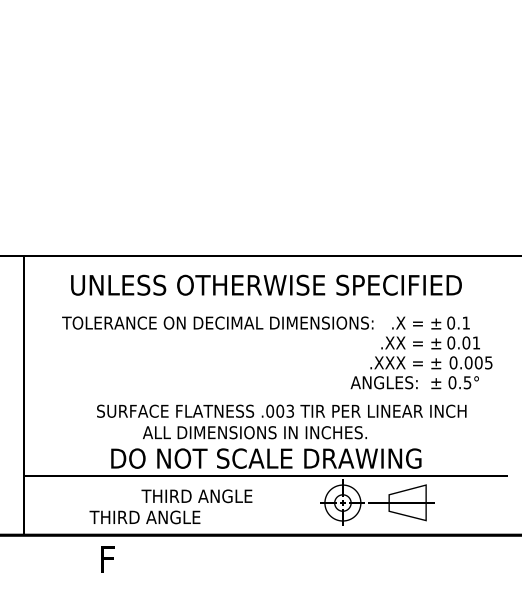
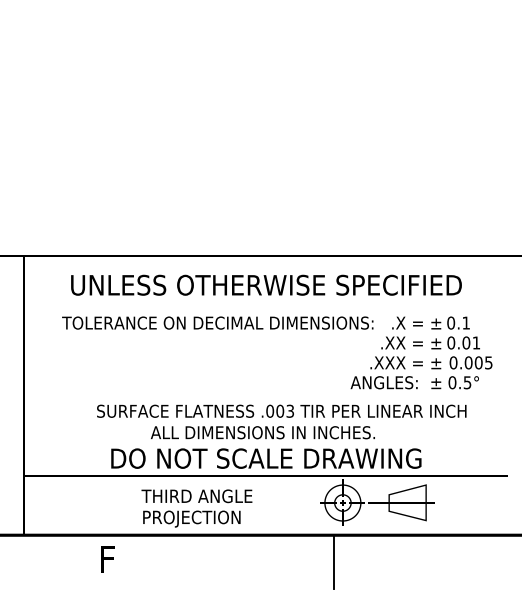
text at (254, 432) position: (254, 432) -> (262, 432)
text at (164, 518): THIRD ANGLE -> PROJECTION
line at (334, 561): none -> present
